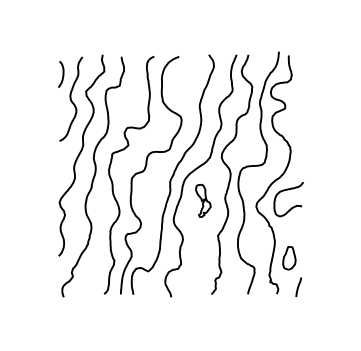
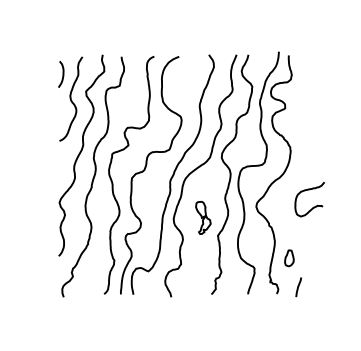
part at (203, 200) position: (203, 200) -> (203, 217)
curve at (292, 206) position: (292, 206) -> (313, 206)
part at (289, 258) size: 15x25 px -> 11x19 px
